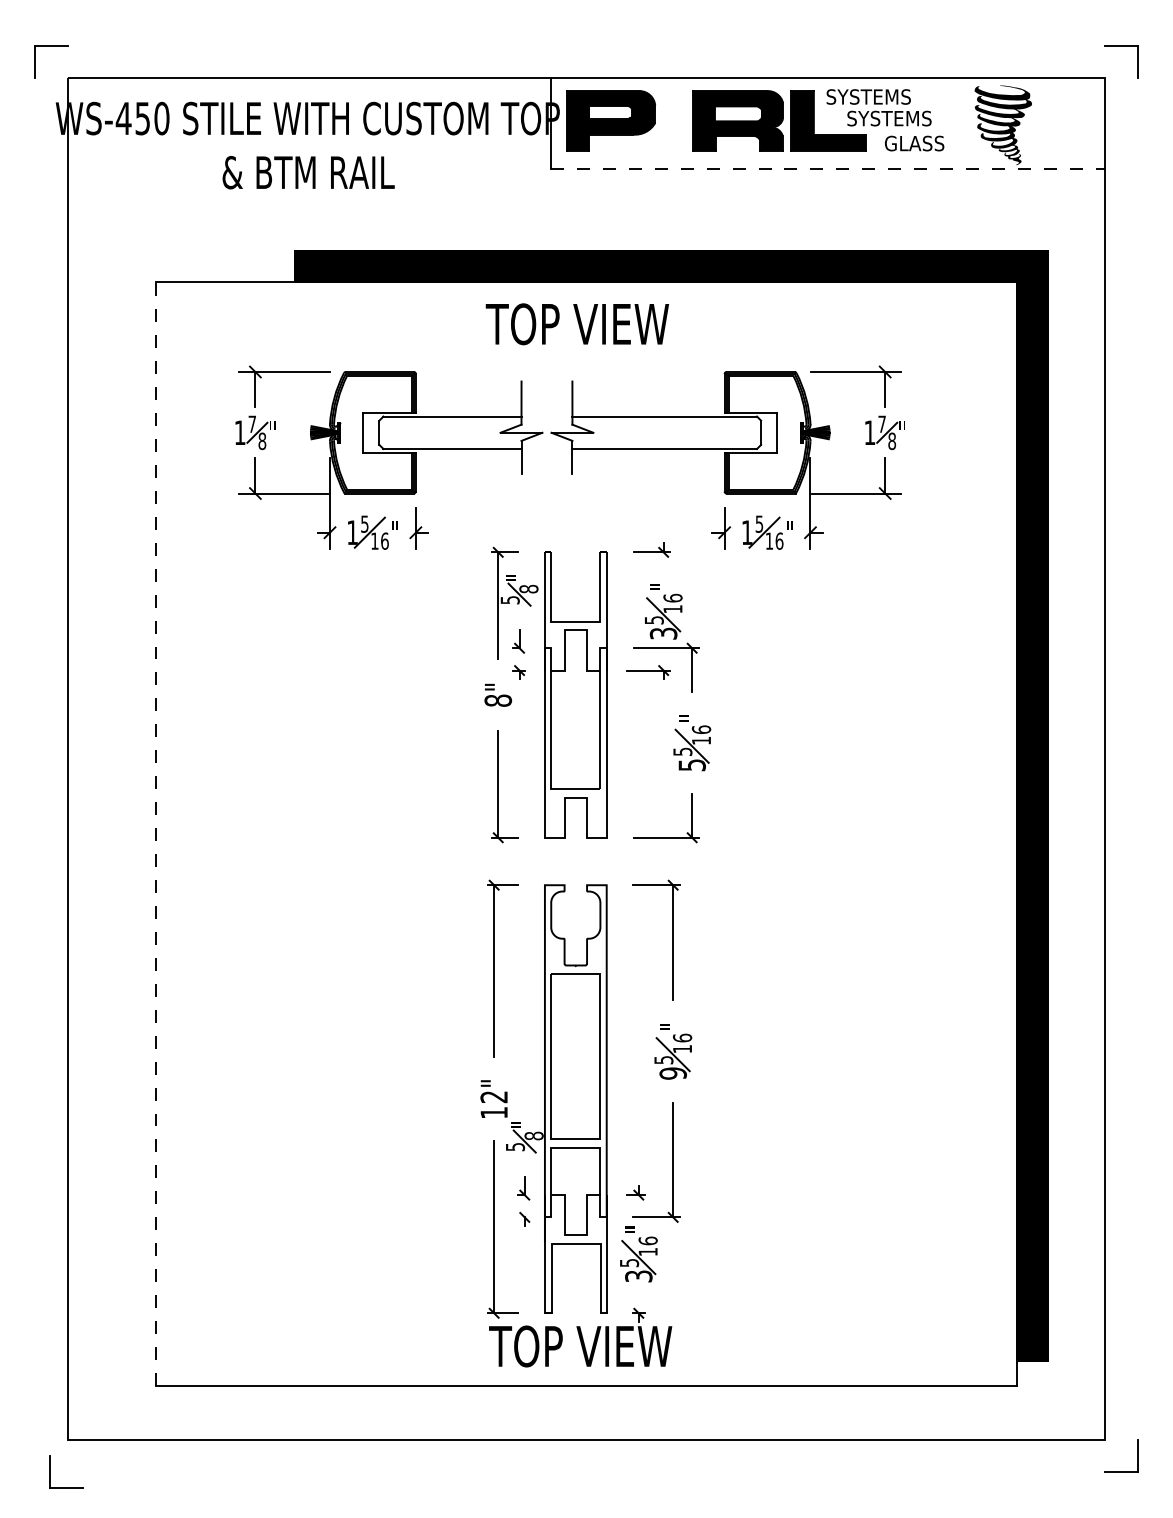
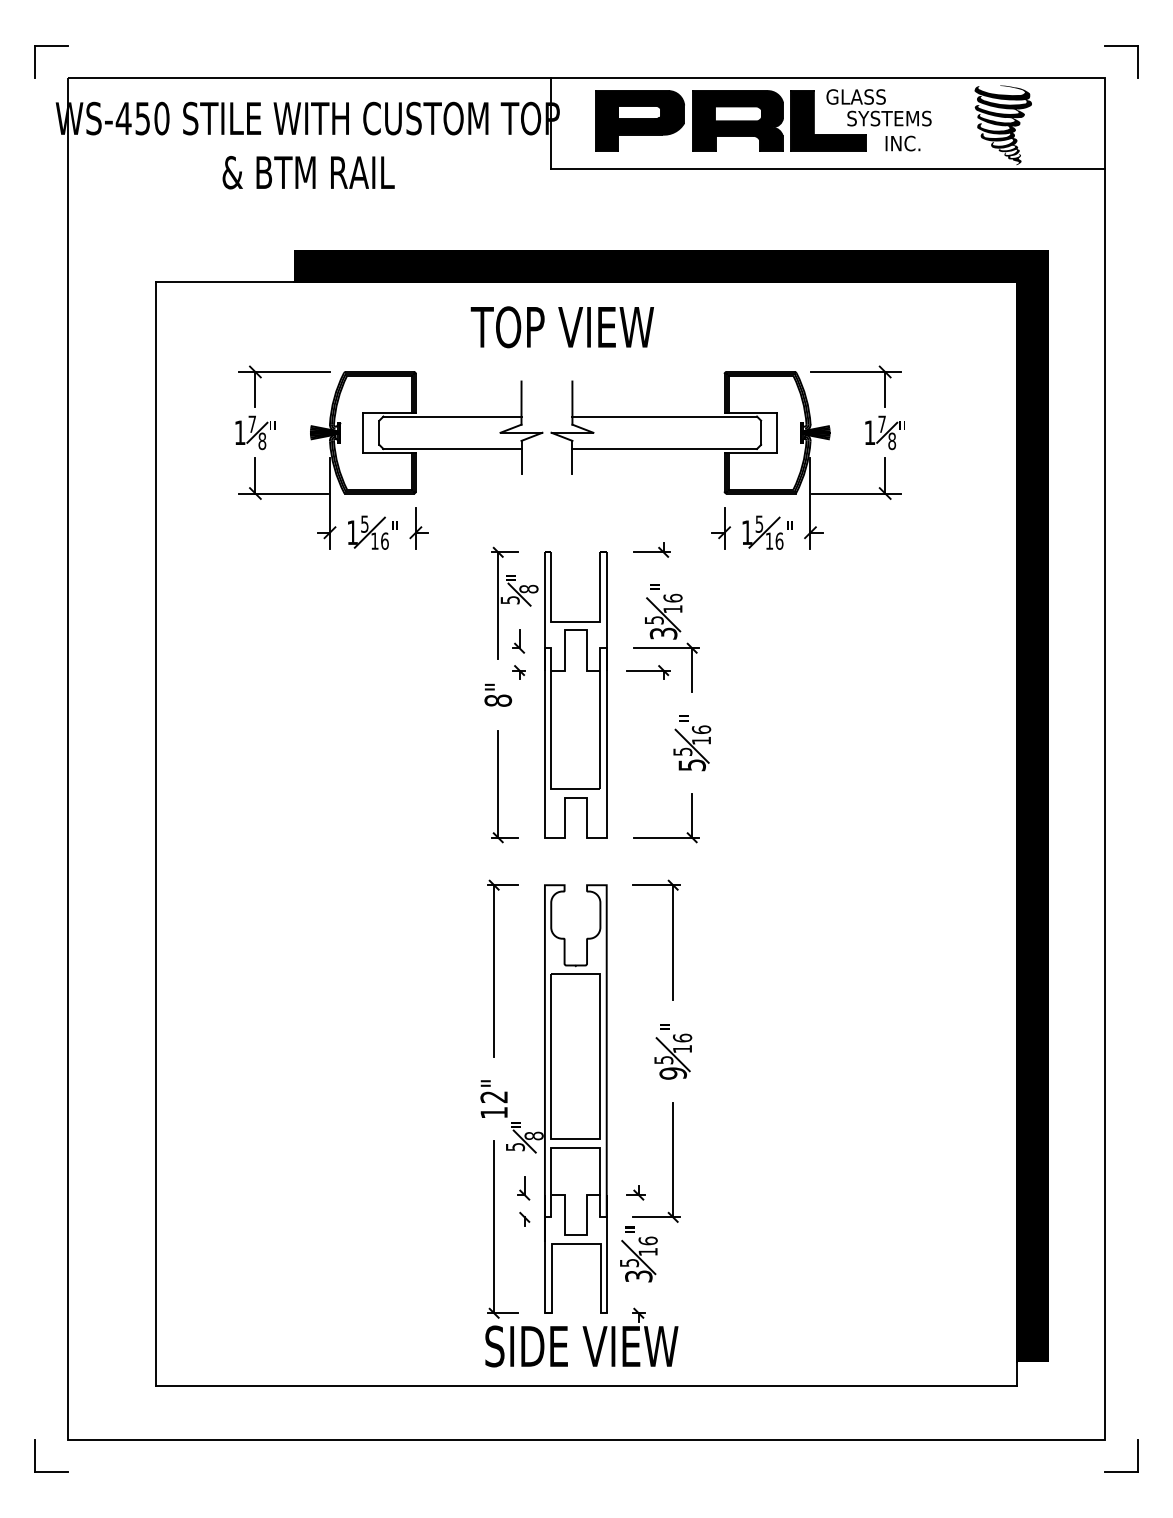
text at (868, 96): SYSTEMS -> GLASS
part at (610, 120) position: (610, 120) -> (639, 120)
text at (914, 143): GLASS -> INC.
line at (828, 168): dashed -> solid
text at (576, 324) position: (576, 324) -> (561, 327)
line at (156, 834): dashed -> solid
text at (581, 1346): TOP VIEW -> SIDE VIEW
part at (50, 1471) position: (50, 1471) -> (35, 1455)
